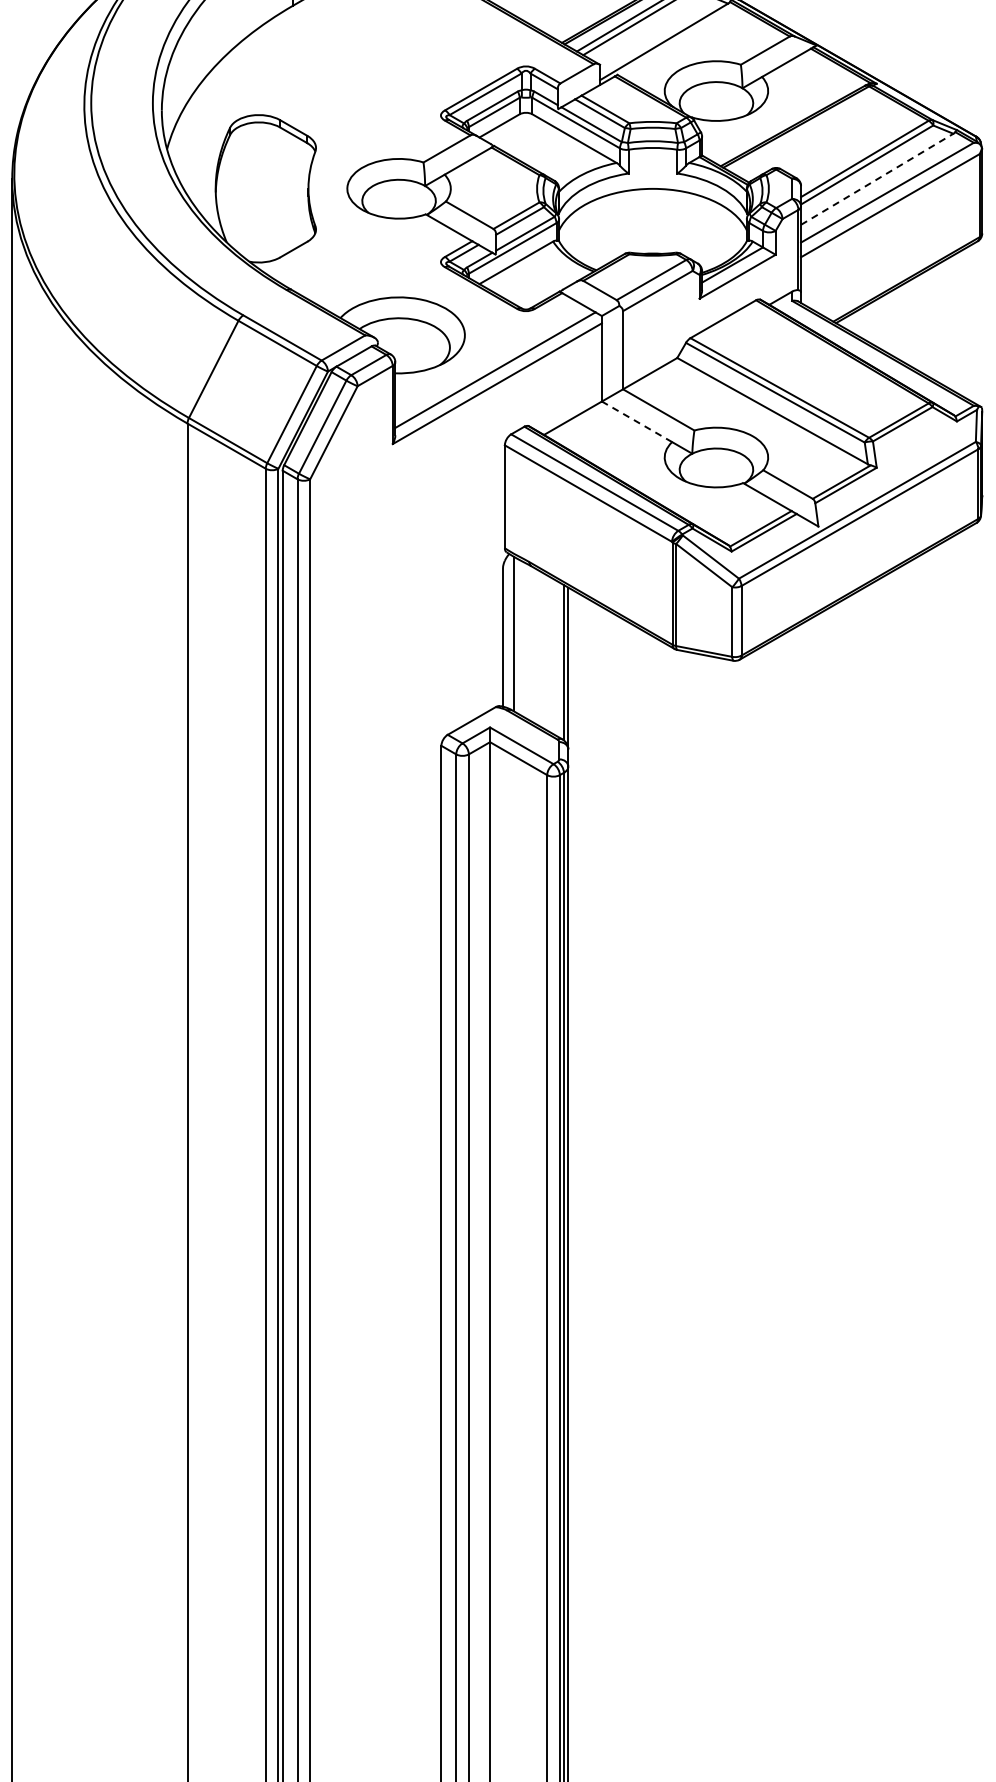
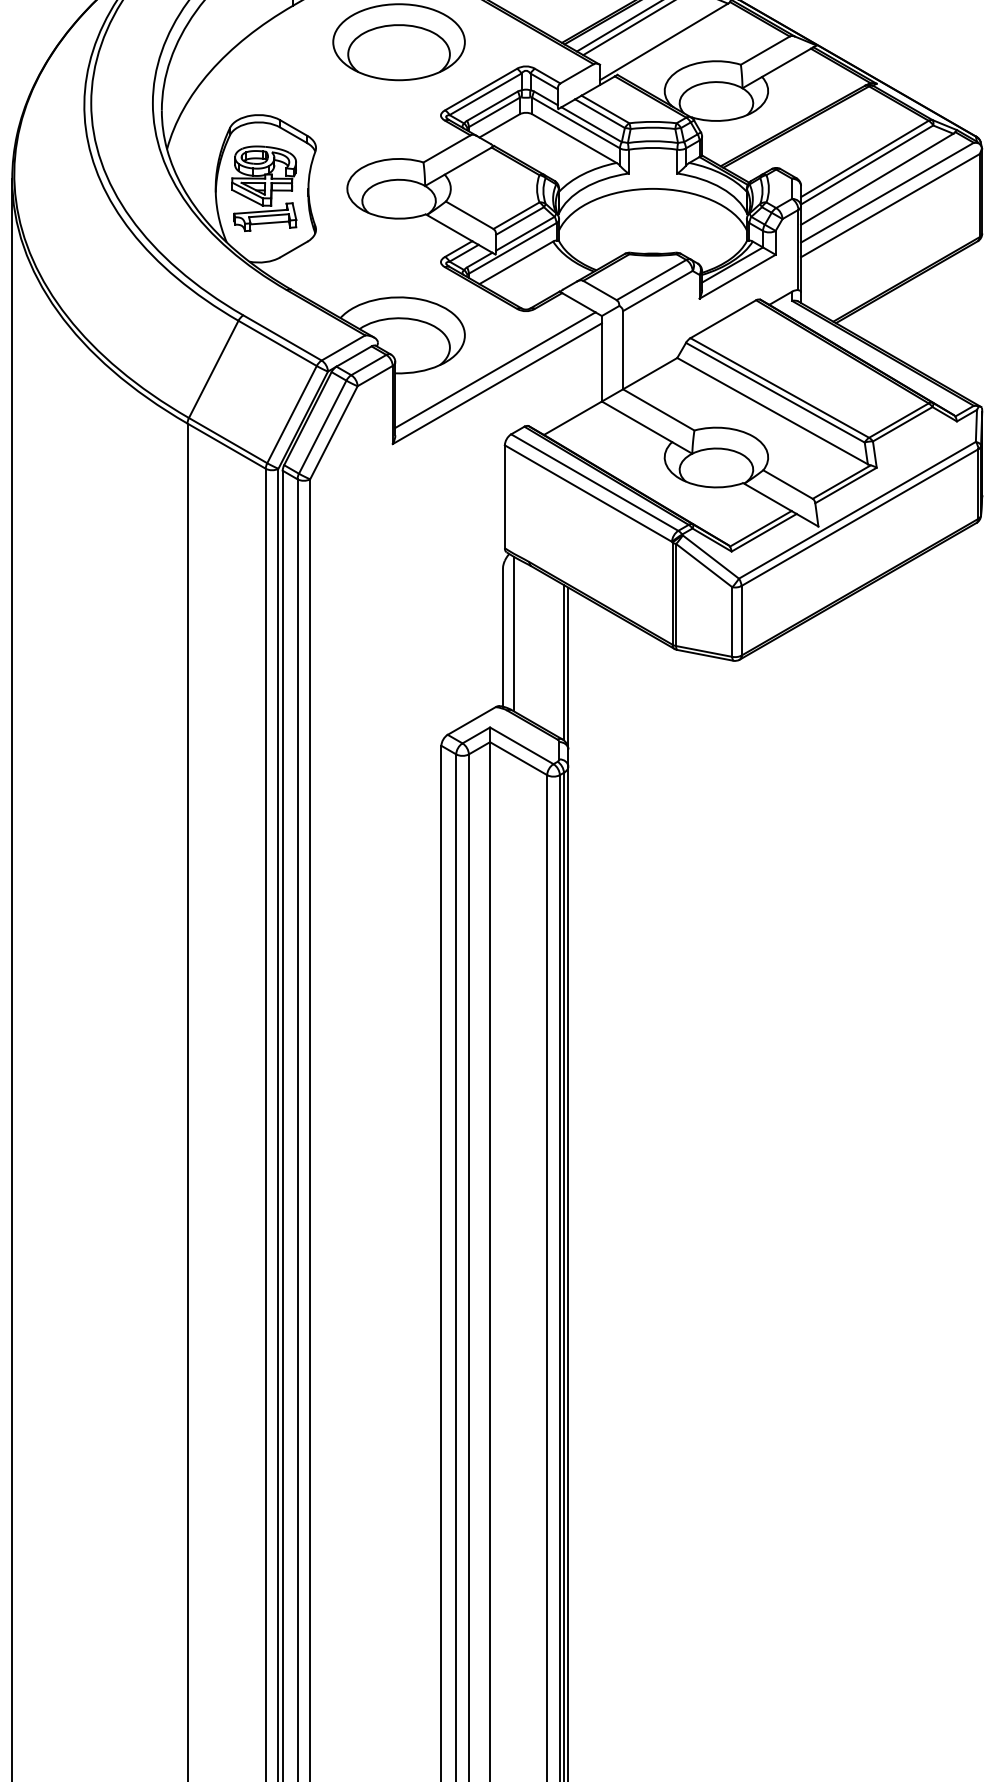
part at (398, 42): none -> present
line at (877, 179): dashed -> solid
part at (264, 188): none -> present
line at (637, 421): dashed -> solid
